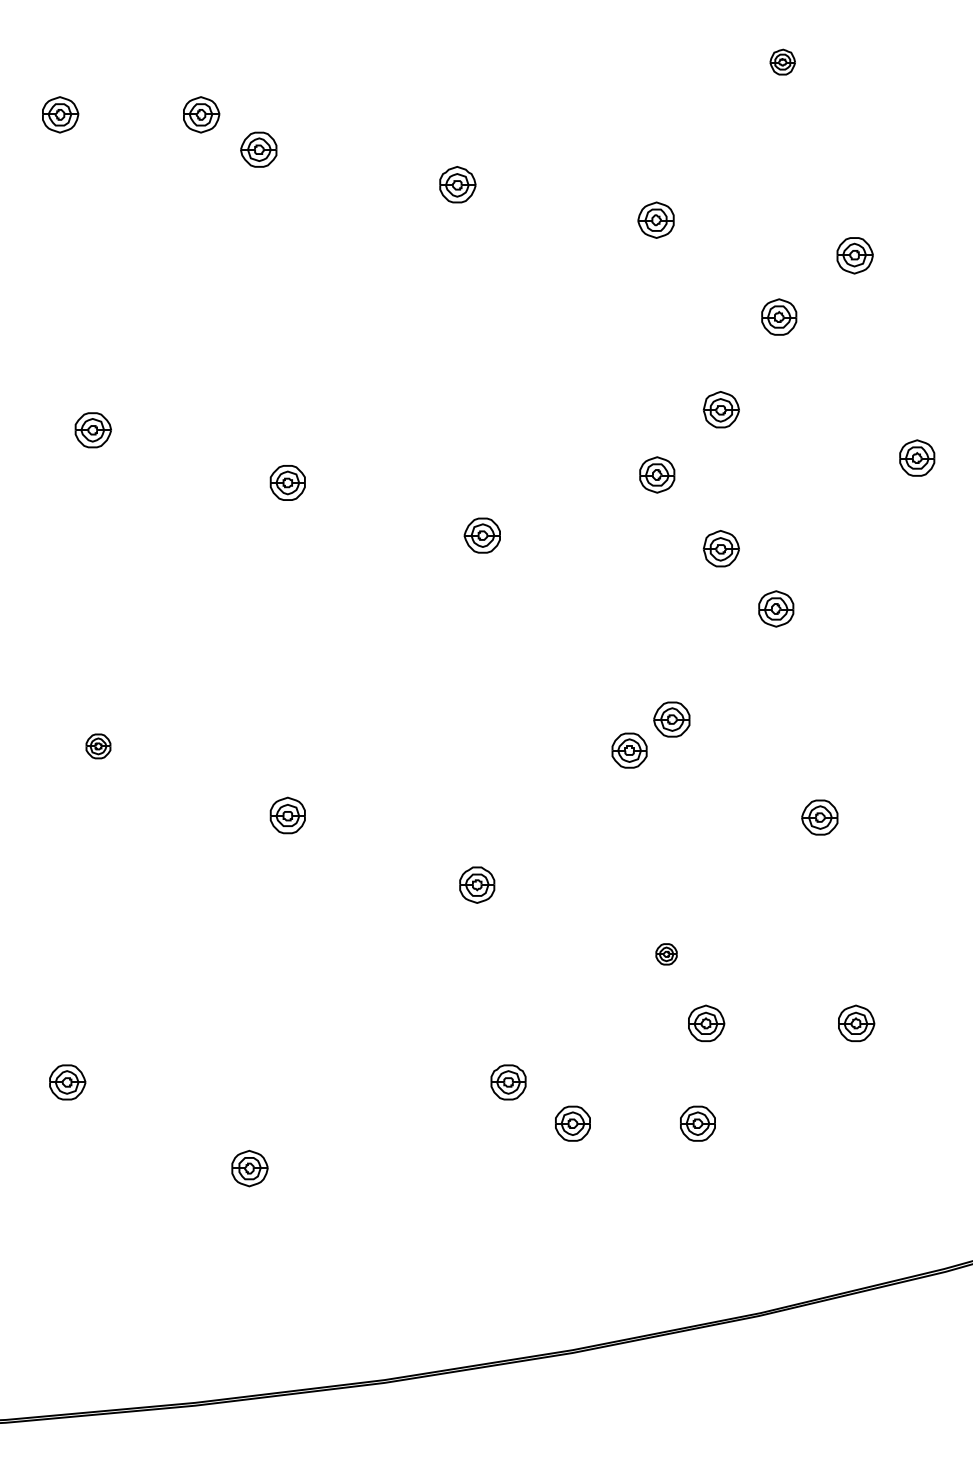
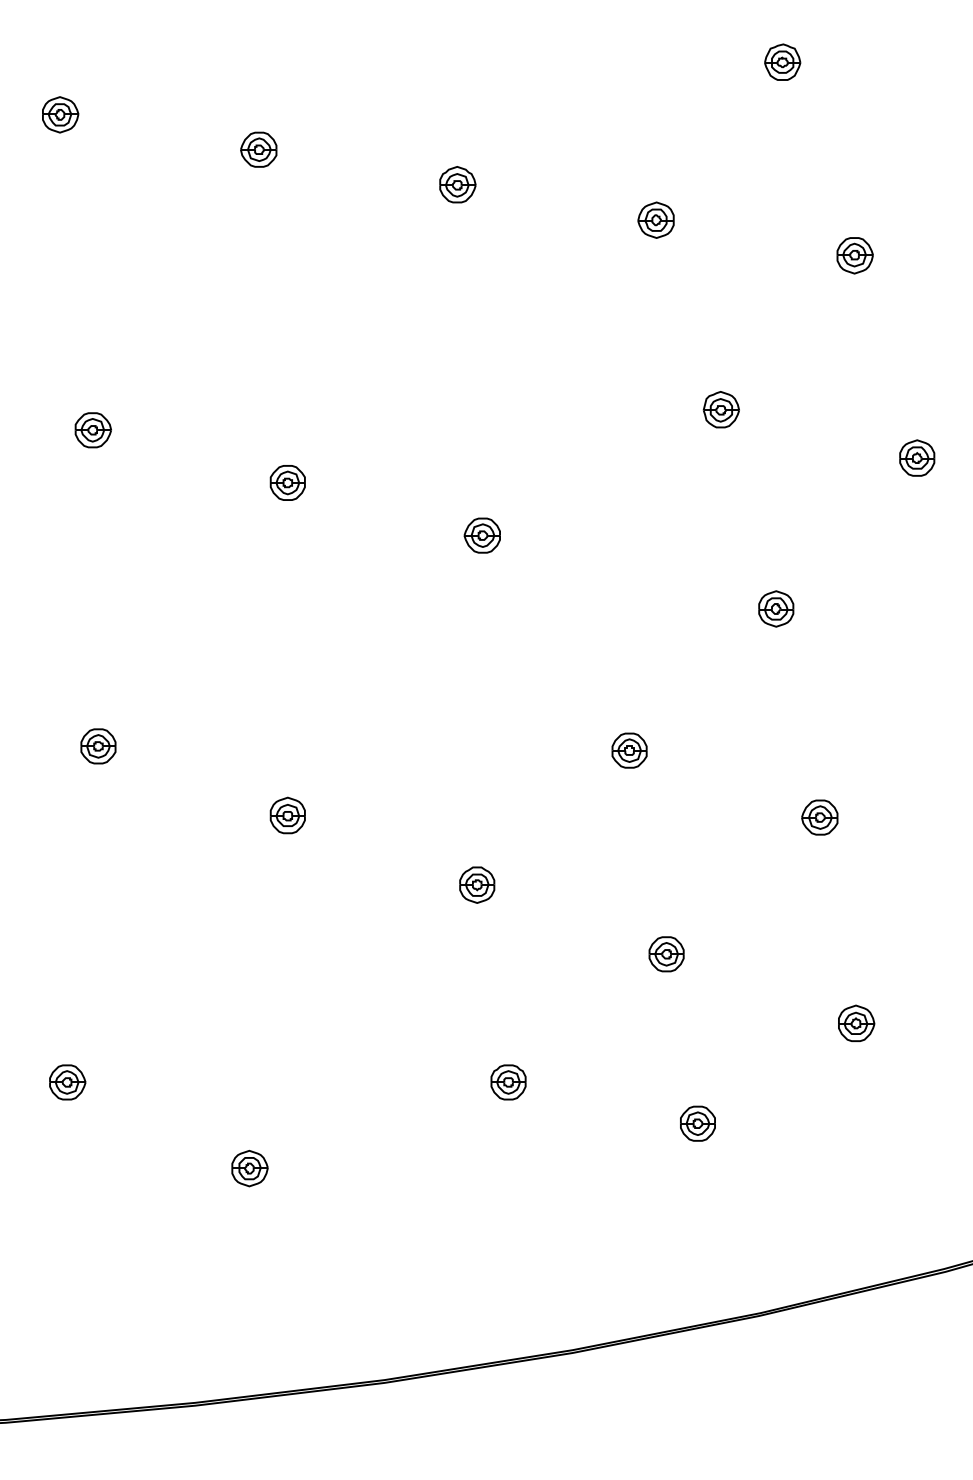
part at (782, 61) size: 27x28 px -> 38x38 px
part at (201, 114): present -> none
part at (779, 316): present -> none
part at (657, 474): present -> none
part at (720, 548): present -> none
part at (671, 719): present -> none
part at (98, 746) size: 27x27 px -> 37x37 px
part at (666, 954) size: 23x23 px -> 37x37 px
part at (706, 1023): present -> none
part at (572, 1123): present -> none
